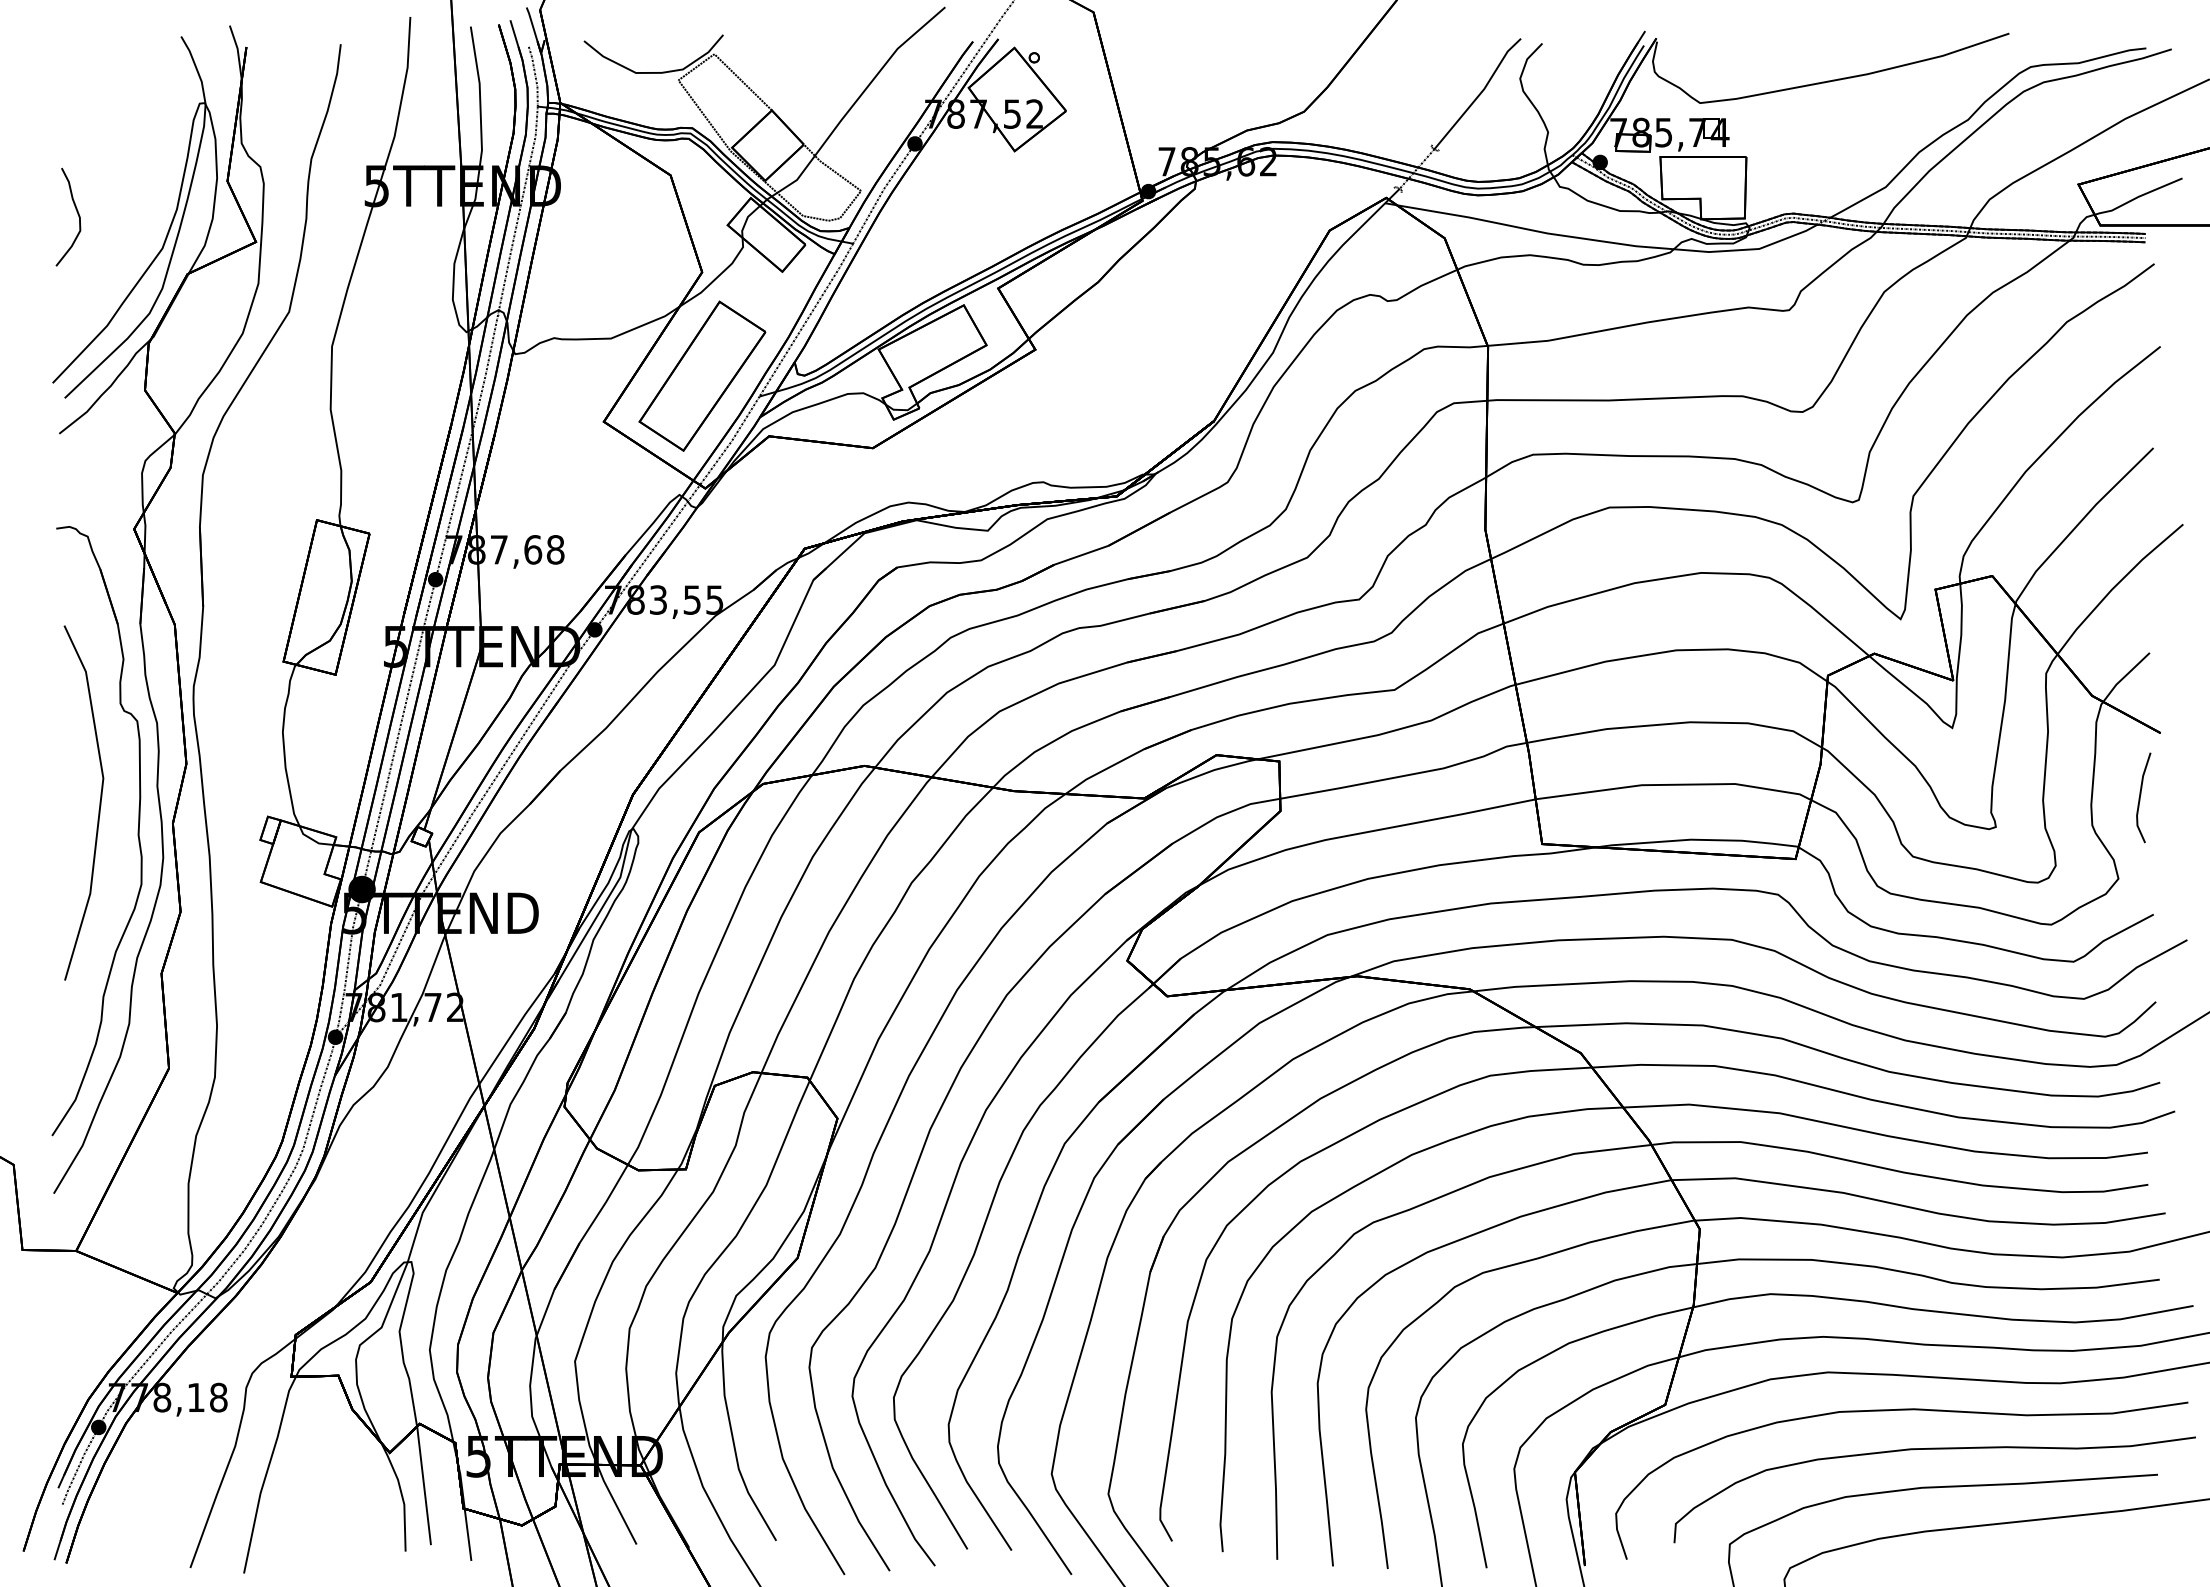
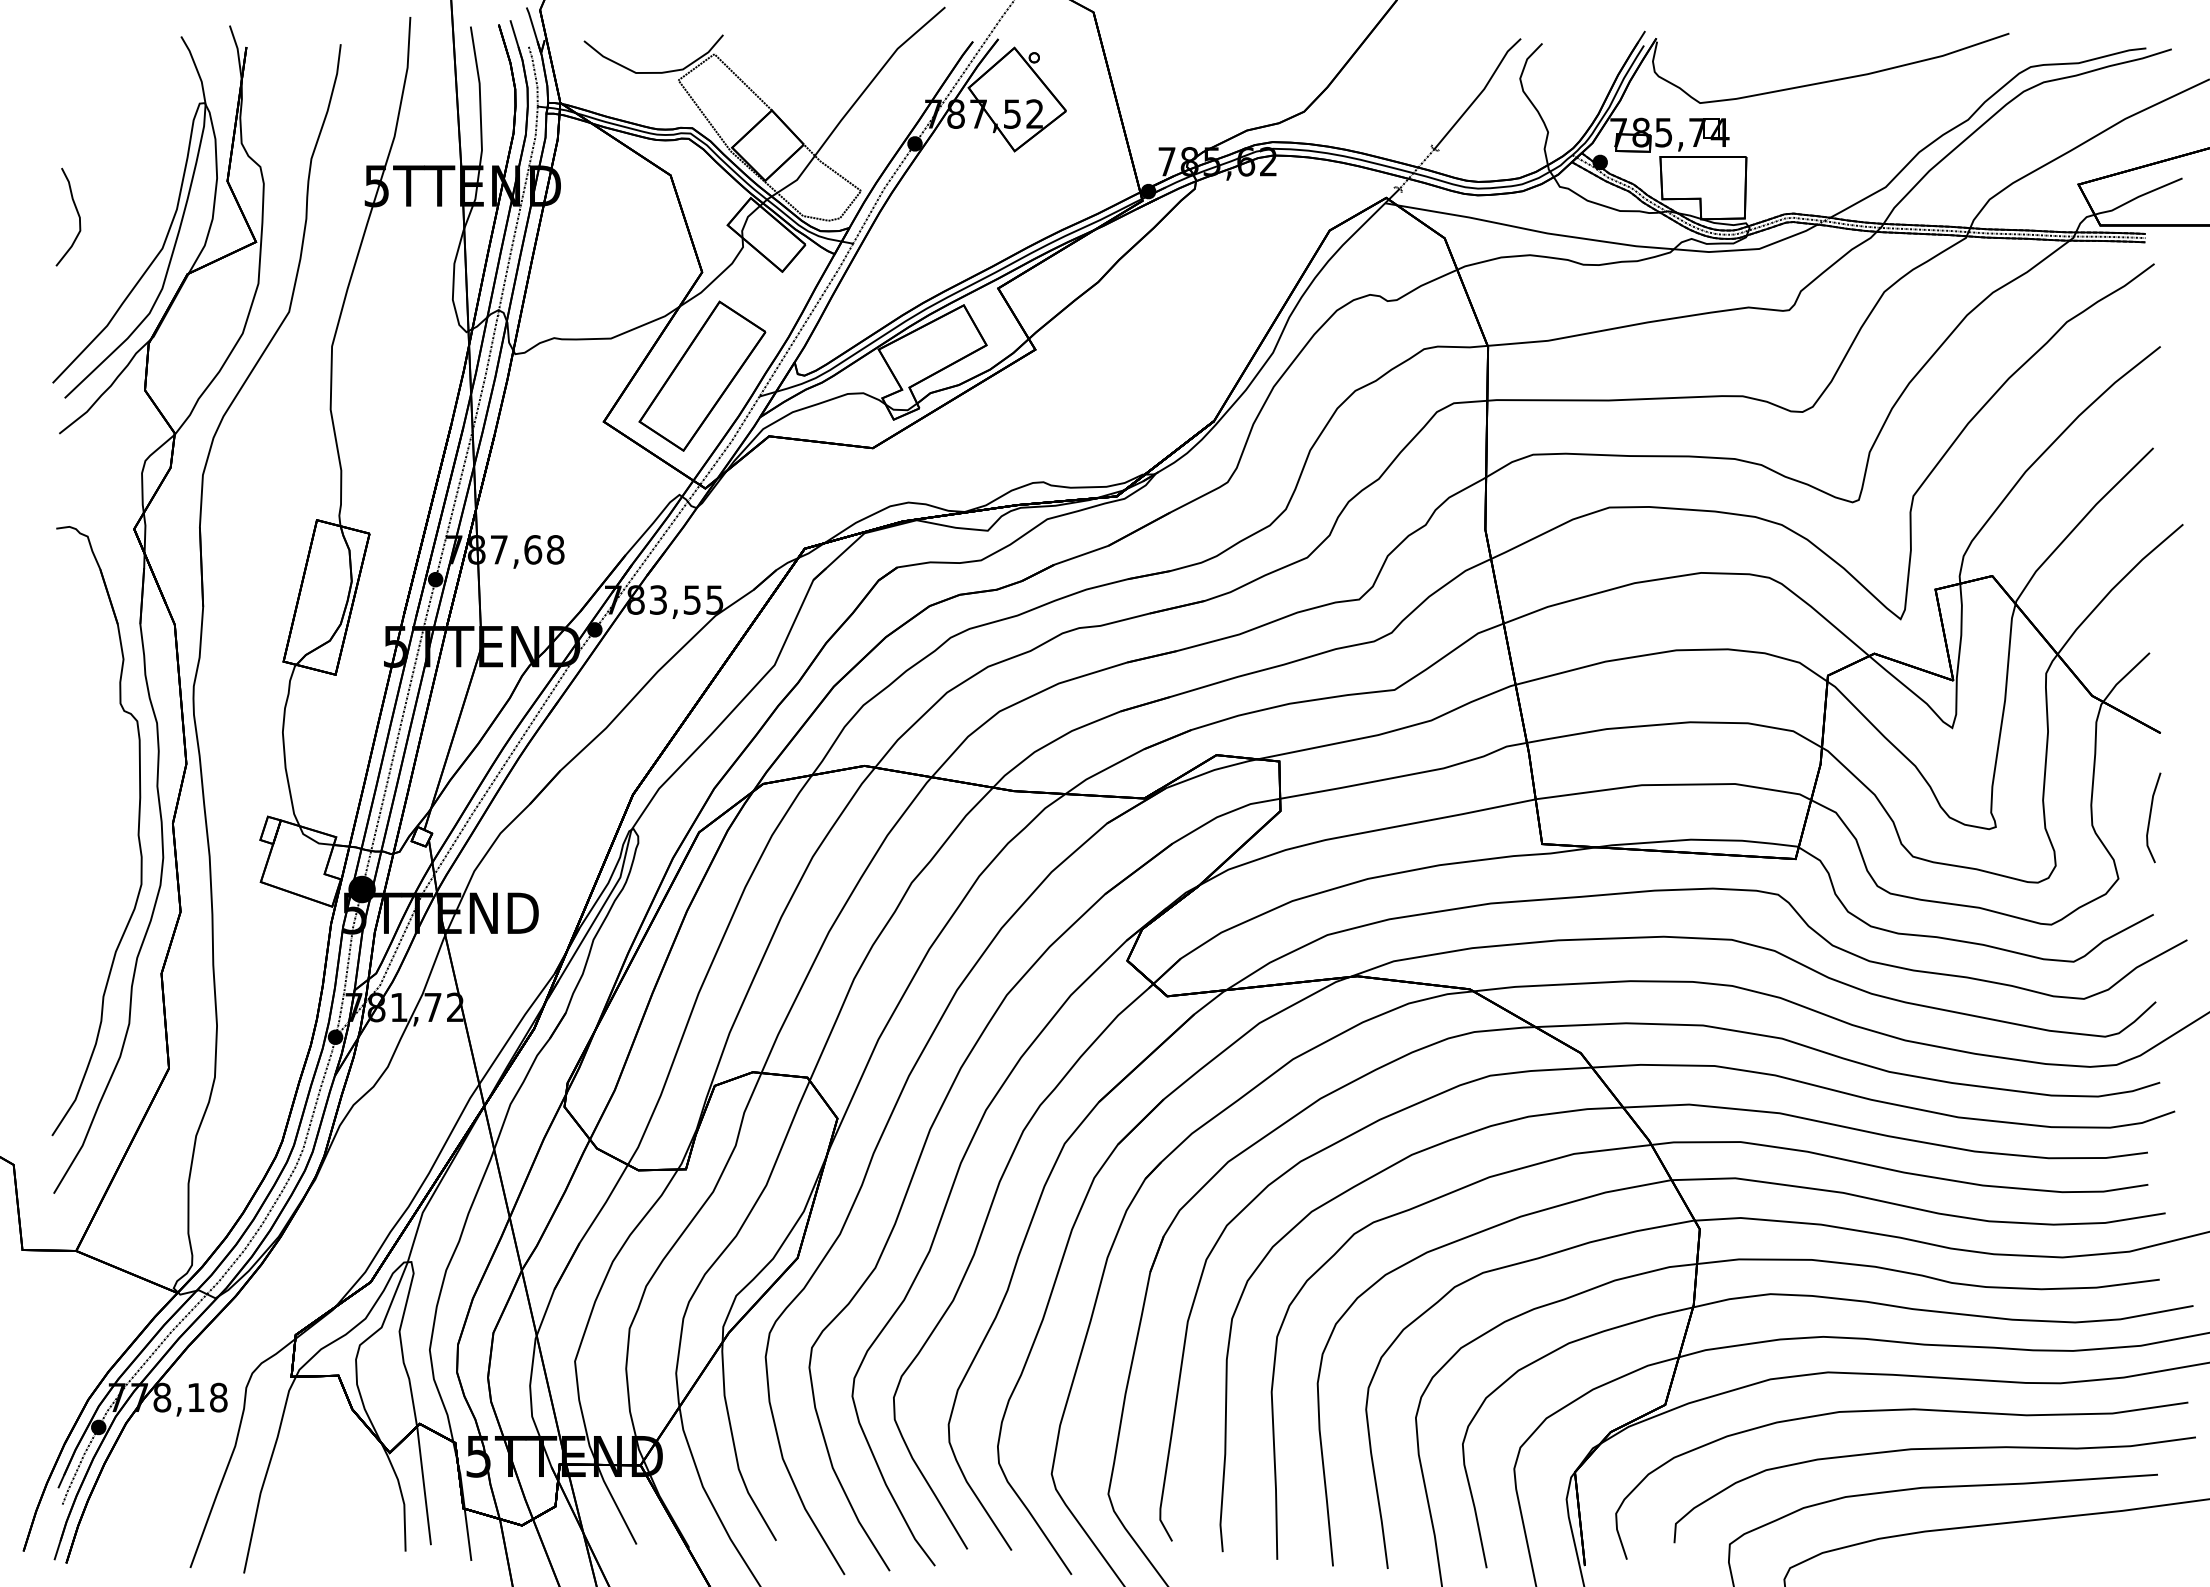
line at (2140, 797) position: (2140, 797) -> (2150, 817)
curve at (99, 802): present -> none
